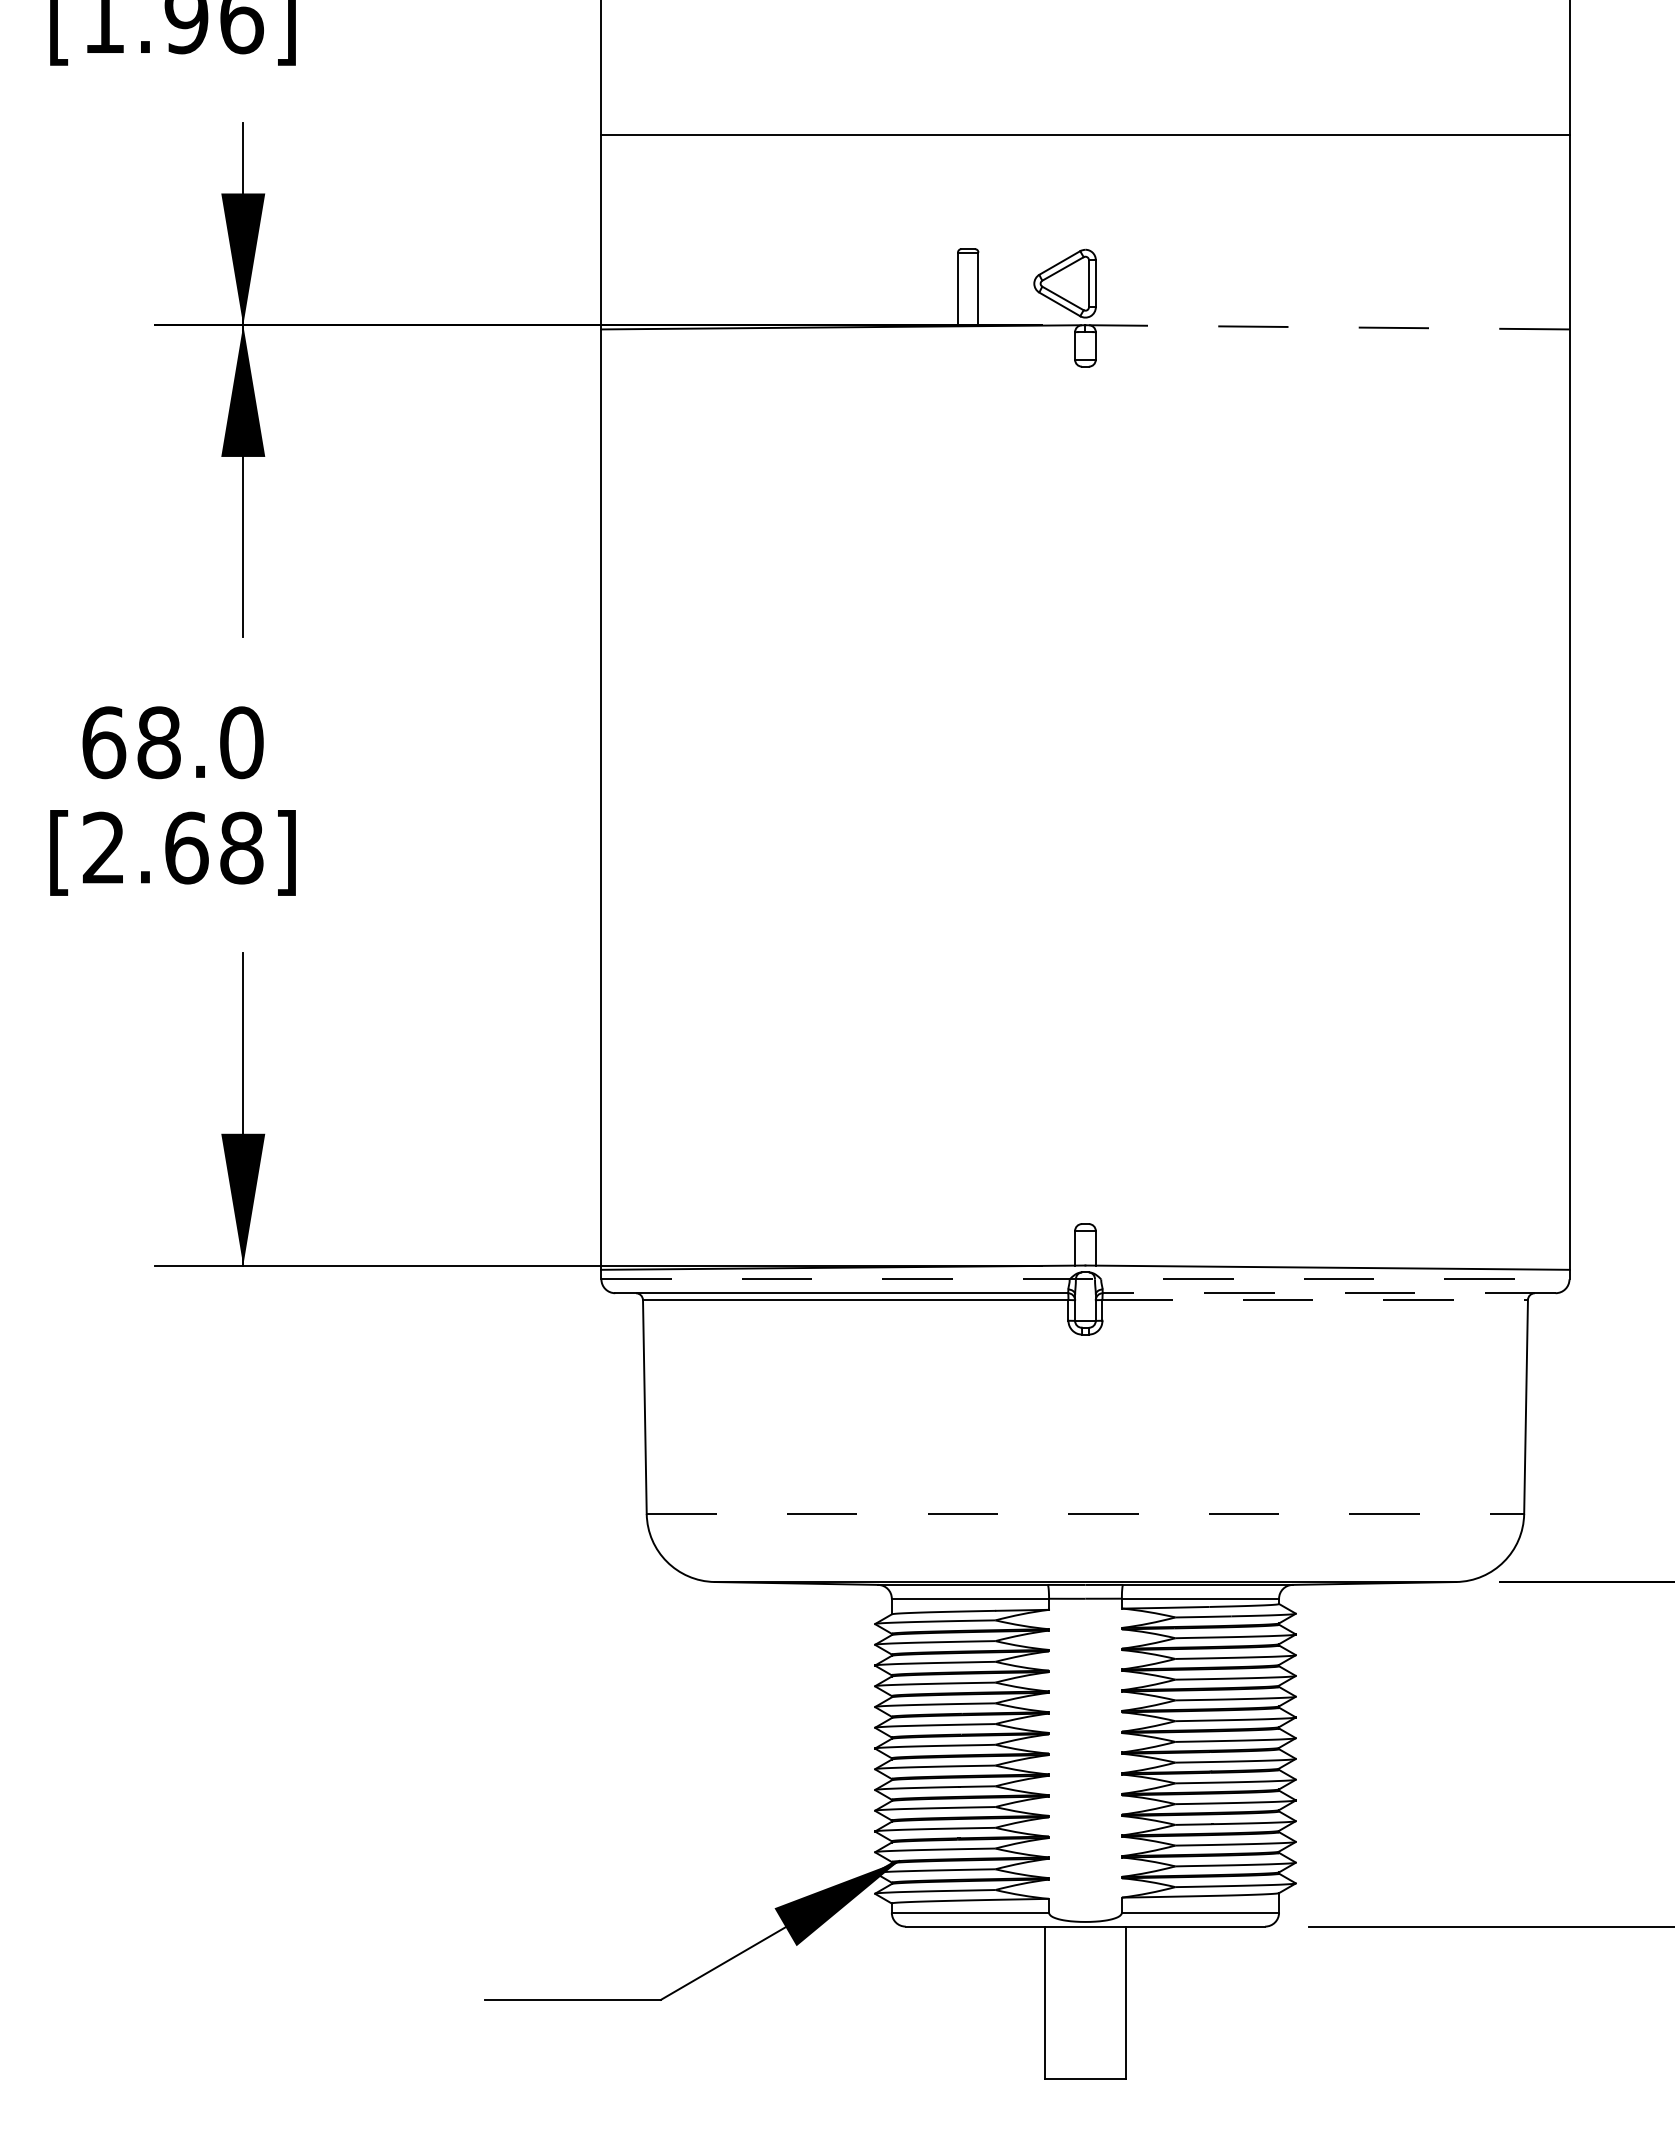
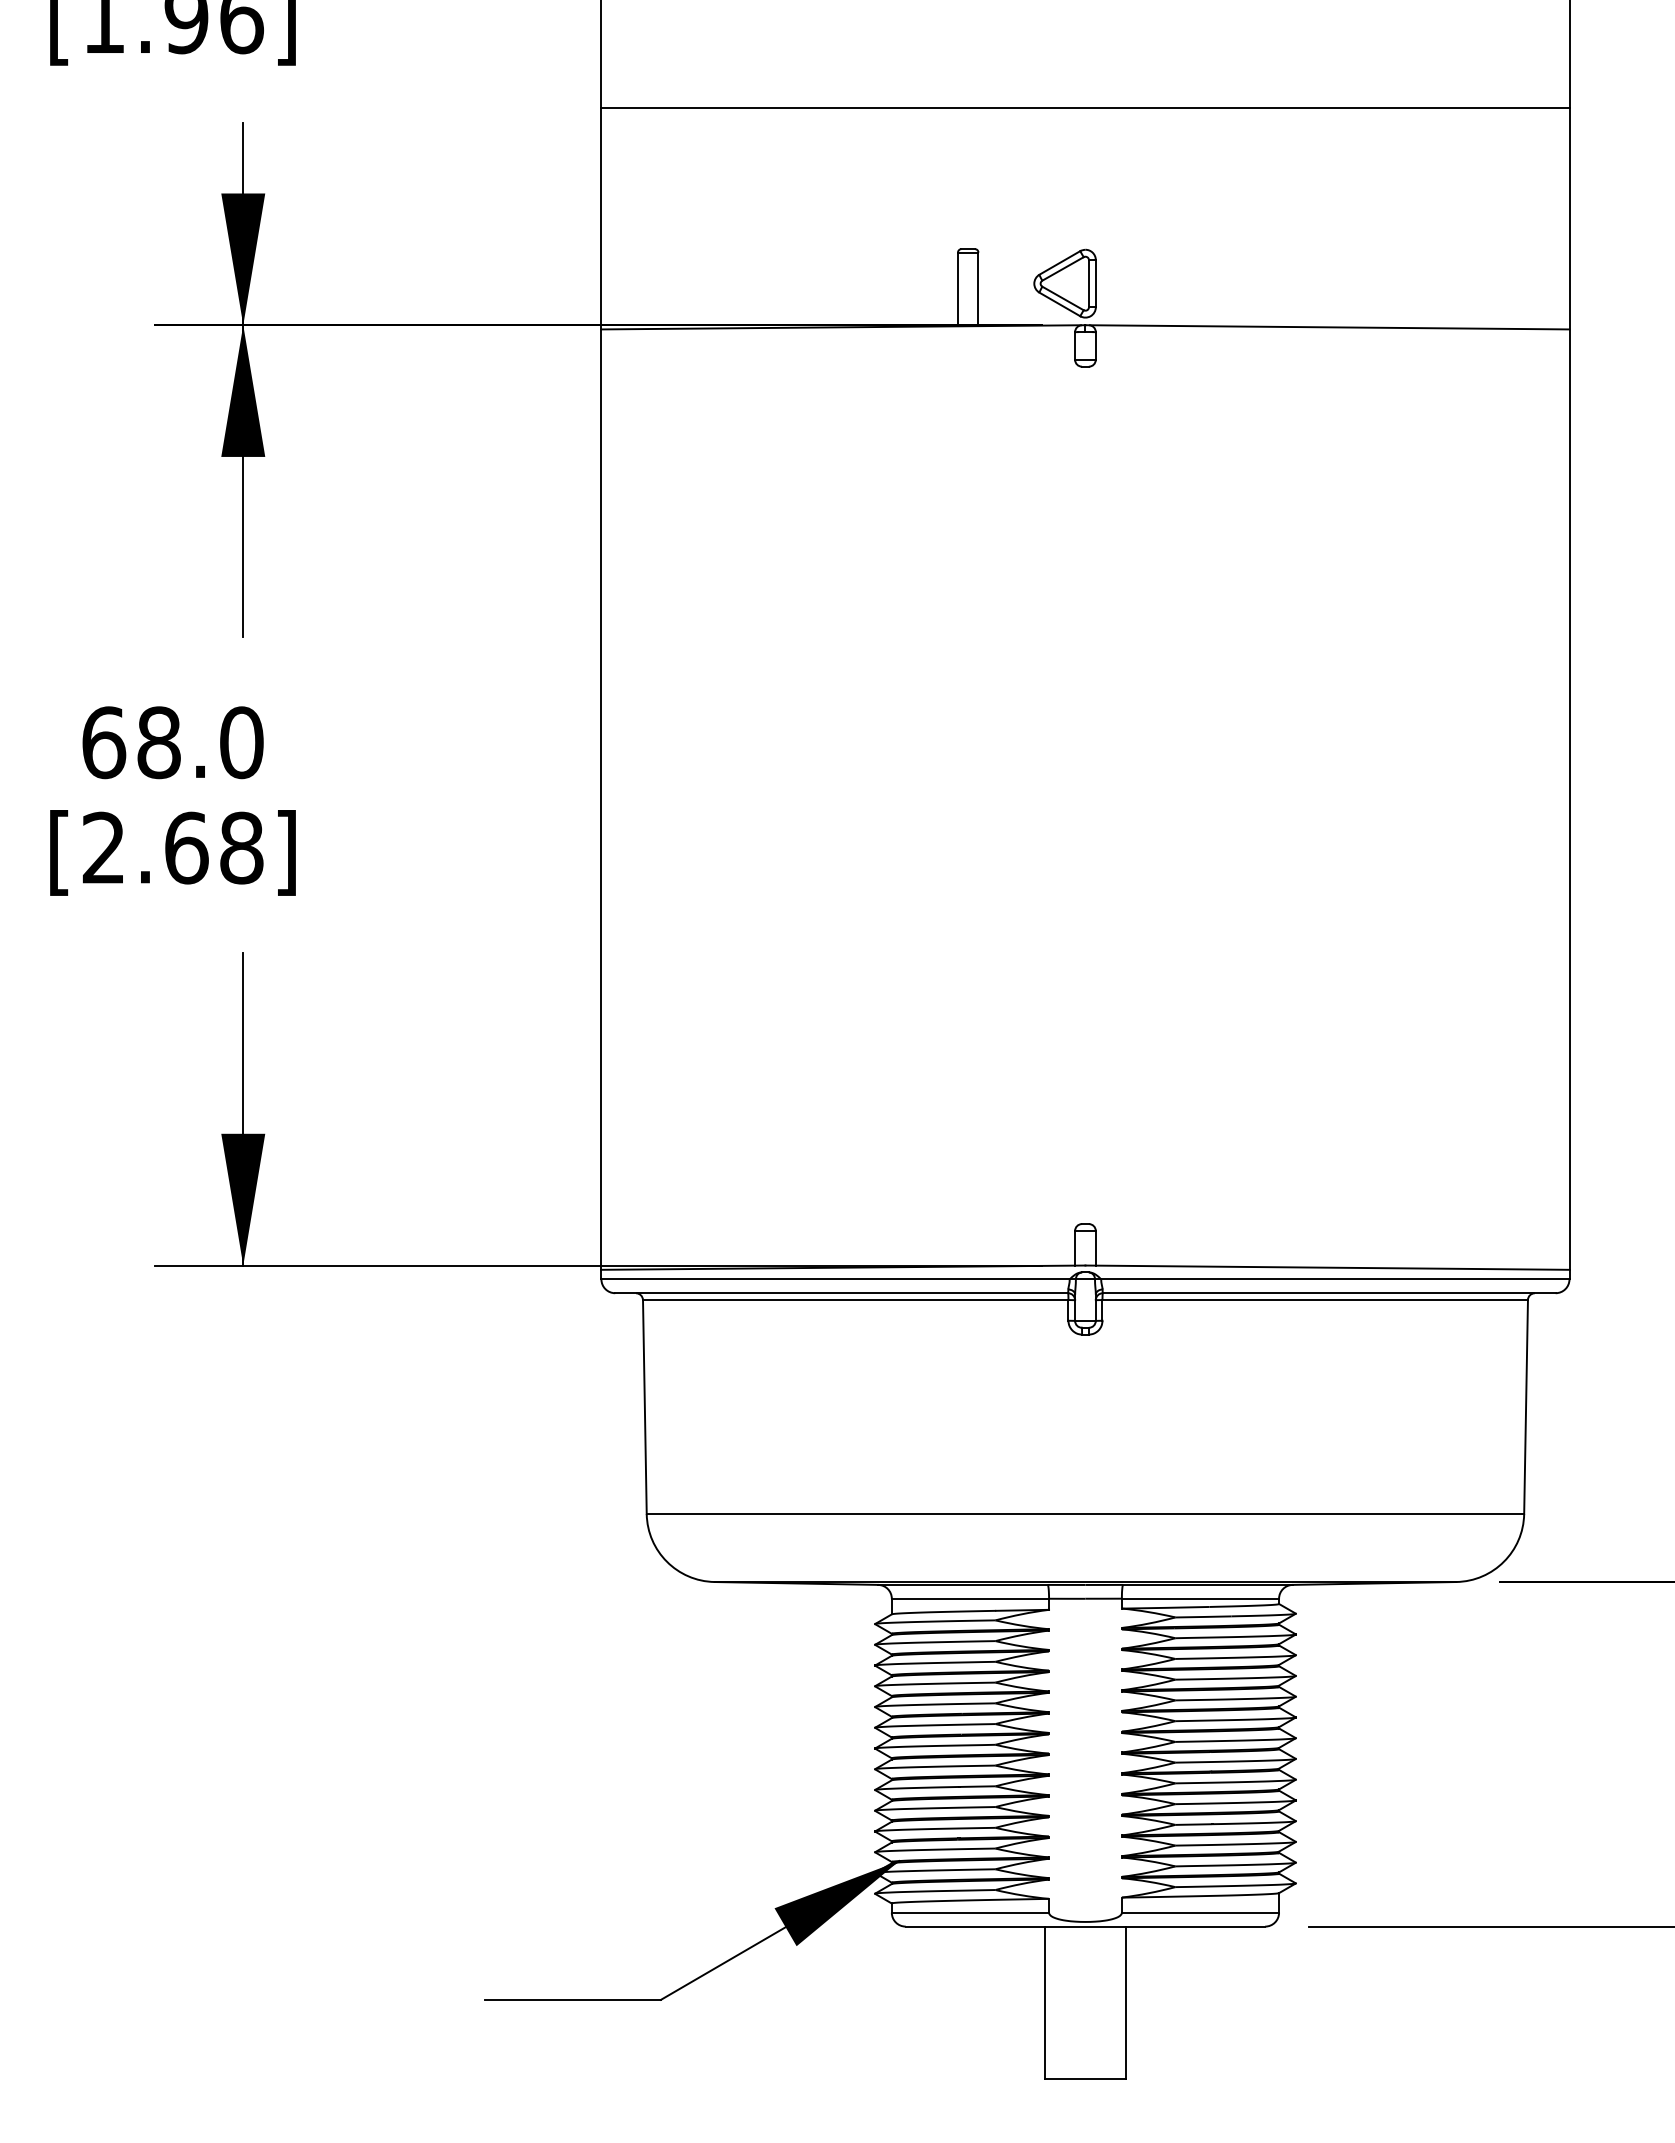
line at (1085, 135) position: (1085, 135) -> (1085, 108)
line at (1326, 327): dashed -> solid
line at (1085, 1279): dashed -> solid
line at (1328, 1293): dashed -> solid
line at (1315, 1300): dashed -> solid
line at (1085, 1514): dashed -> solid
